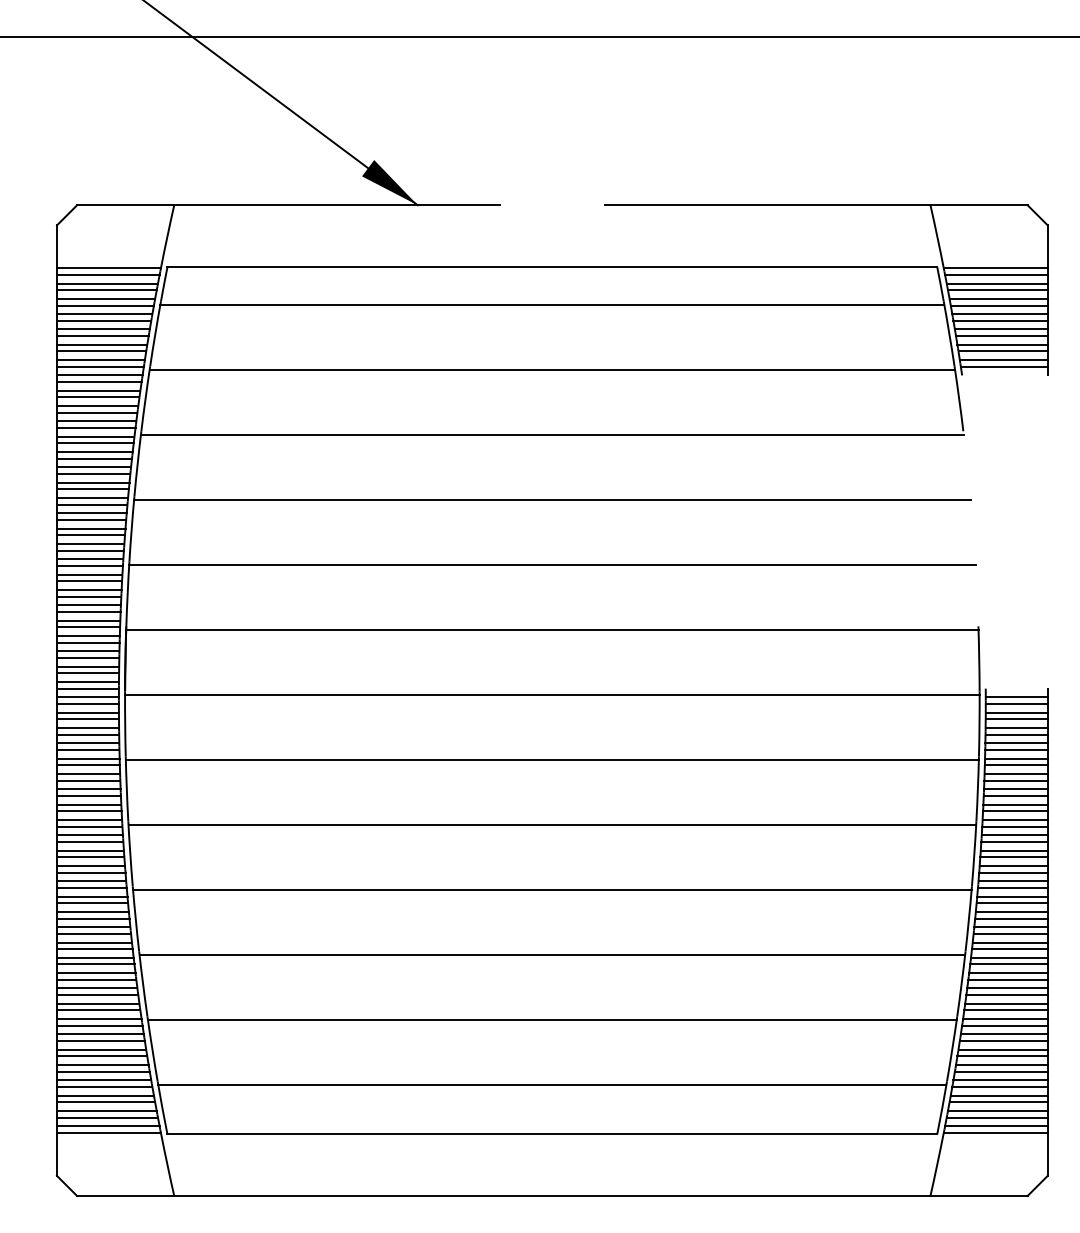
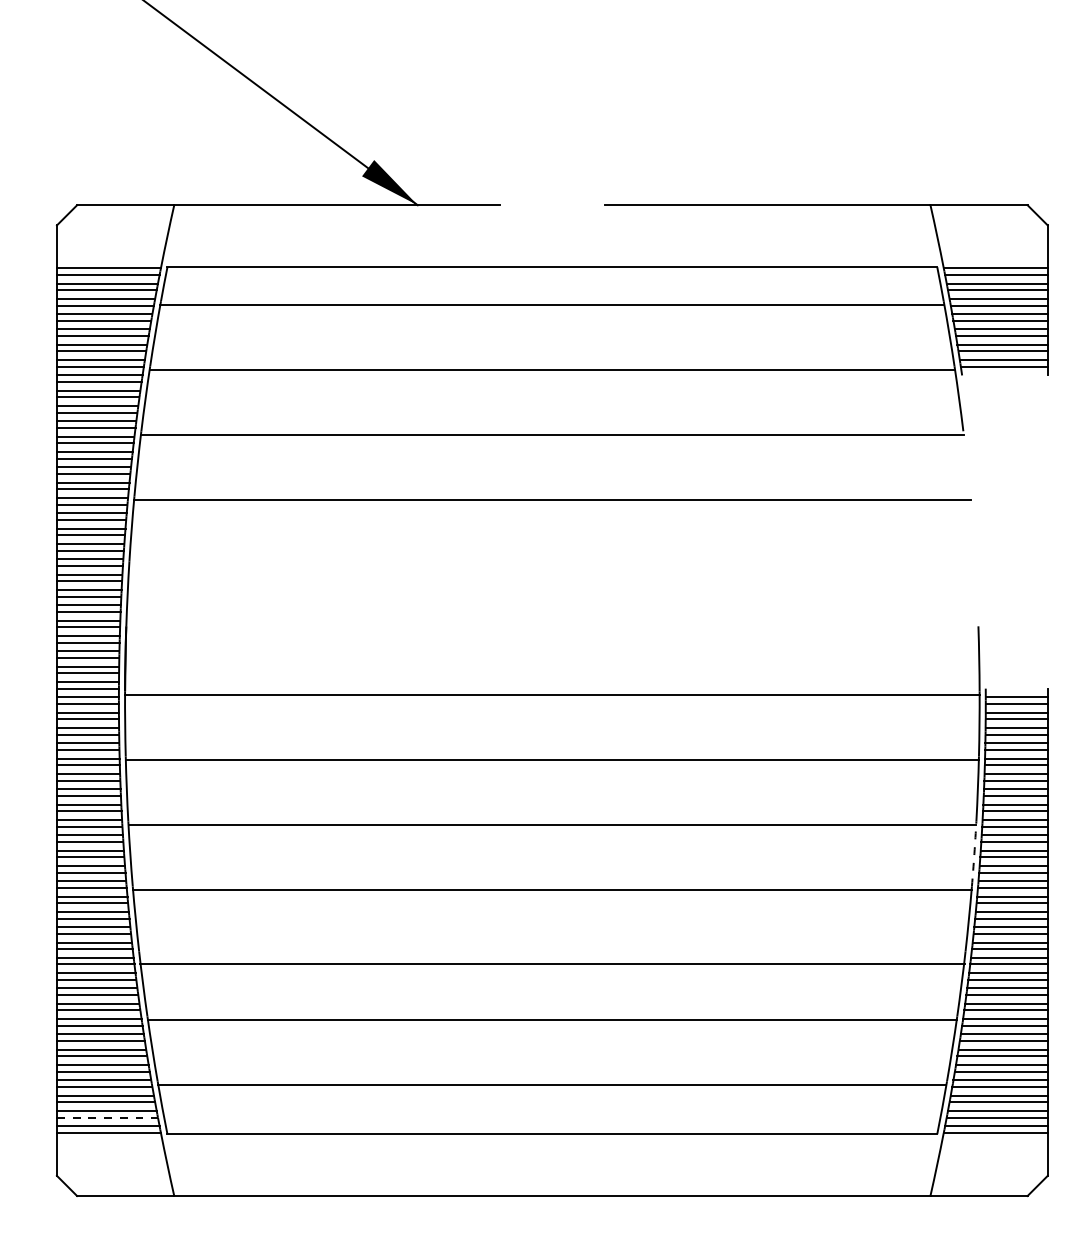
line at (539, 36): present -> none
line at (552, 565): present -> none
line at (552, 630): present -> none
arc at (974, 853): solid -> dashed
line at (552, 955) position: (552, 955) -> (552, 964)
line at (107, 1117): solid -> dashed
